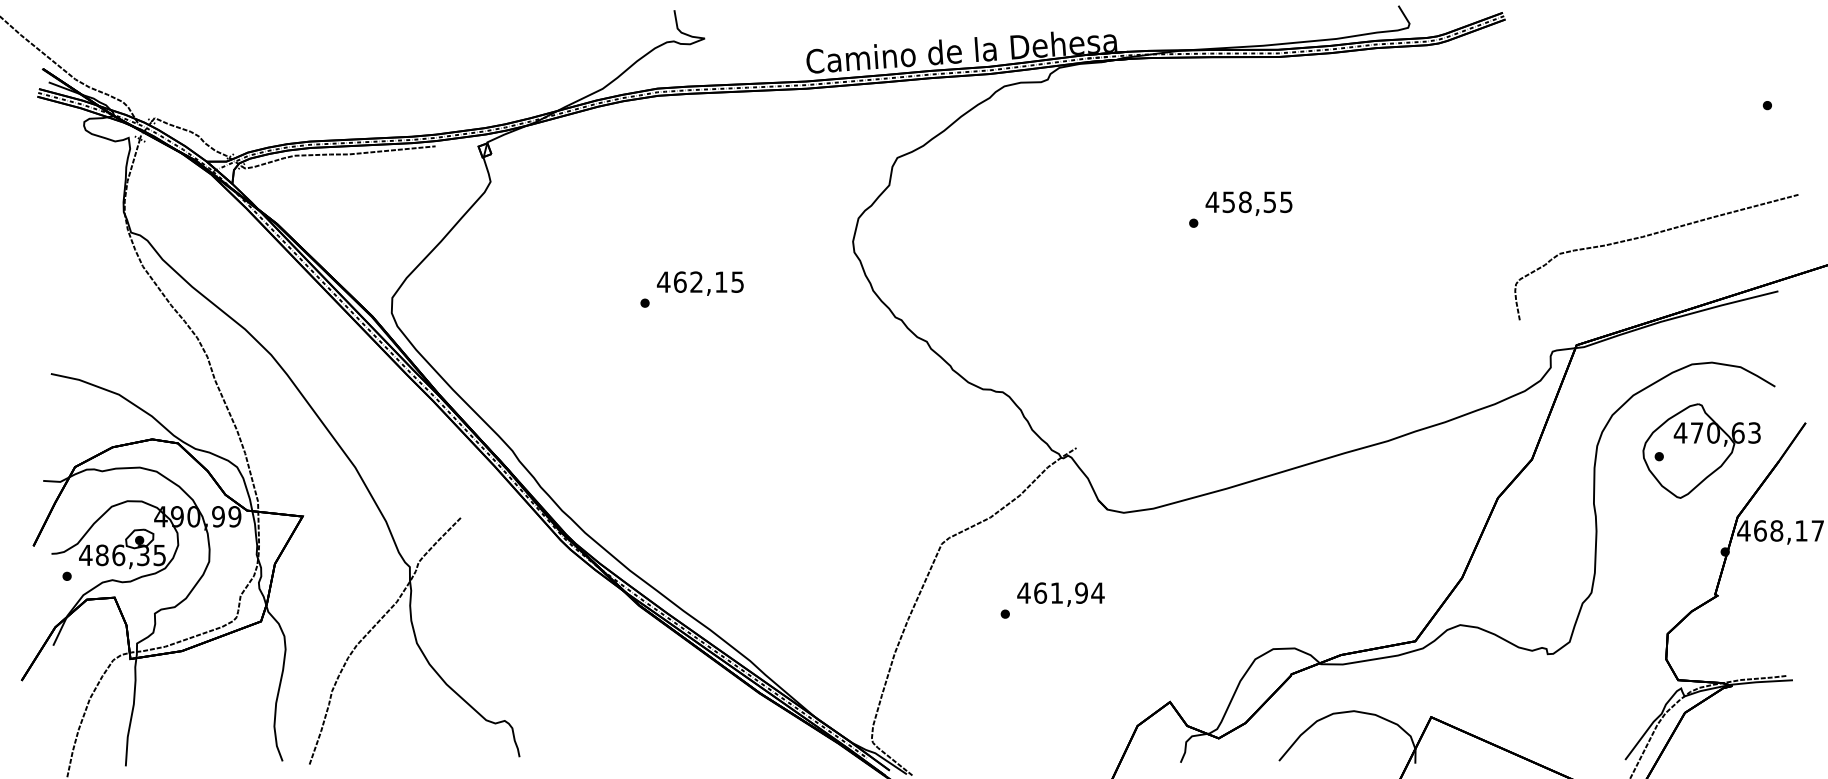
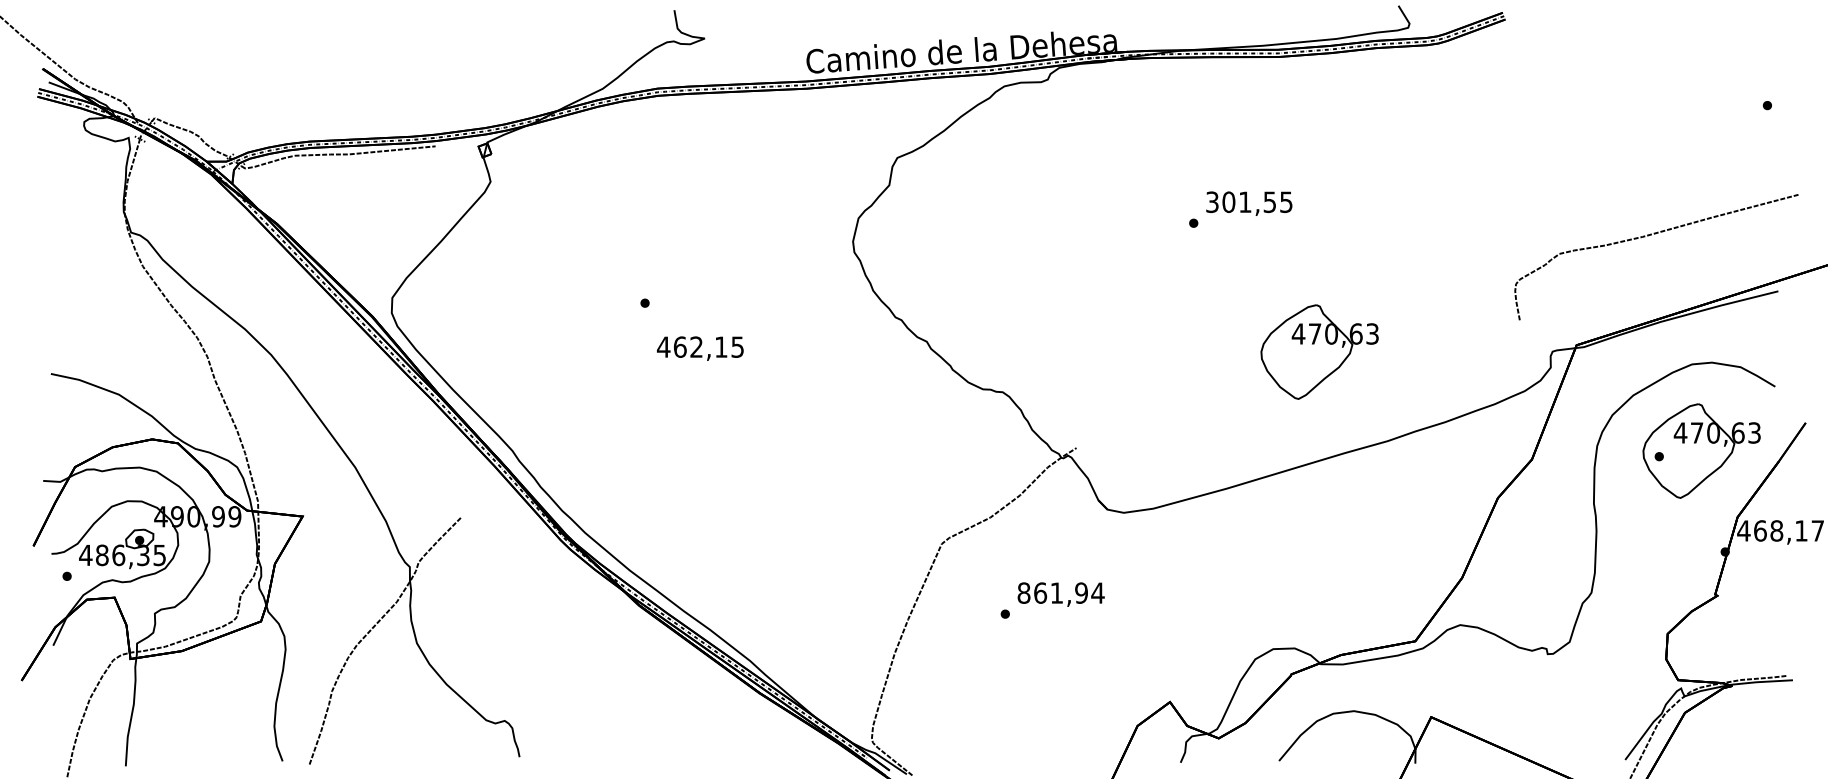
text at (1228, 202): 458,55 -> 301,55
text at (700, 283) position: (700, 283) -> (700, 348)
part at (1319, 351): none -> present
text at (1023, 592): 461,94 -> 861,94
